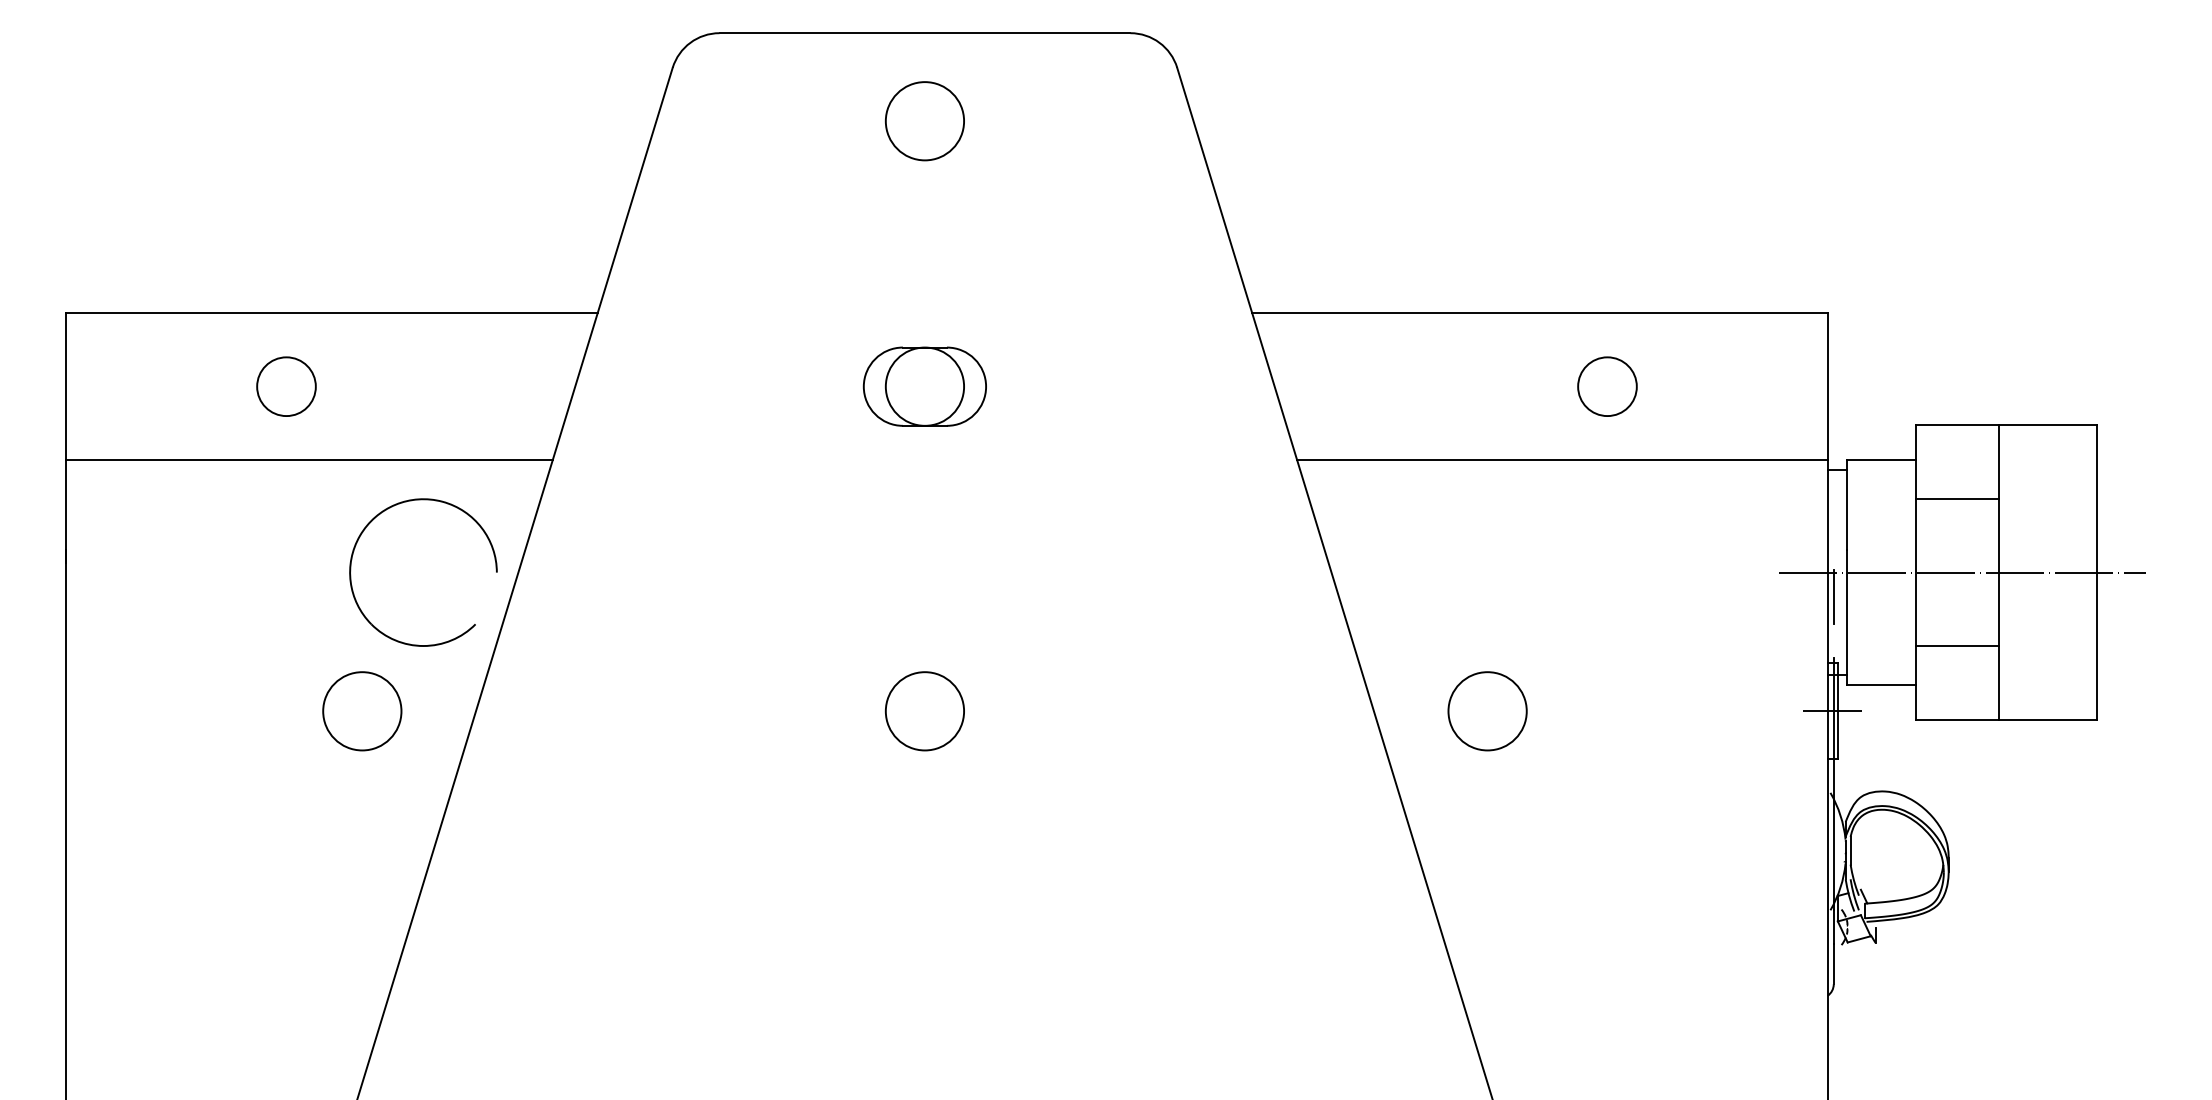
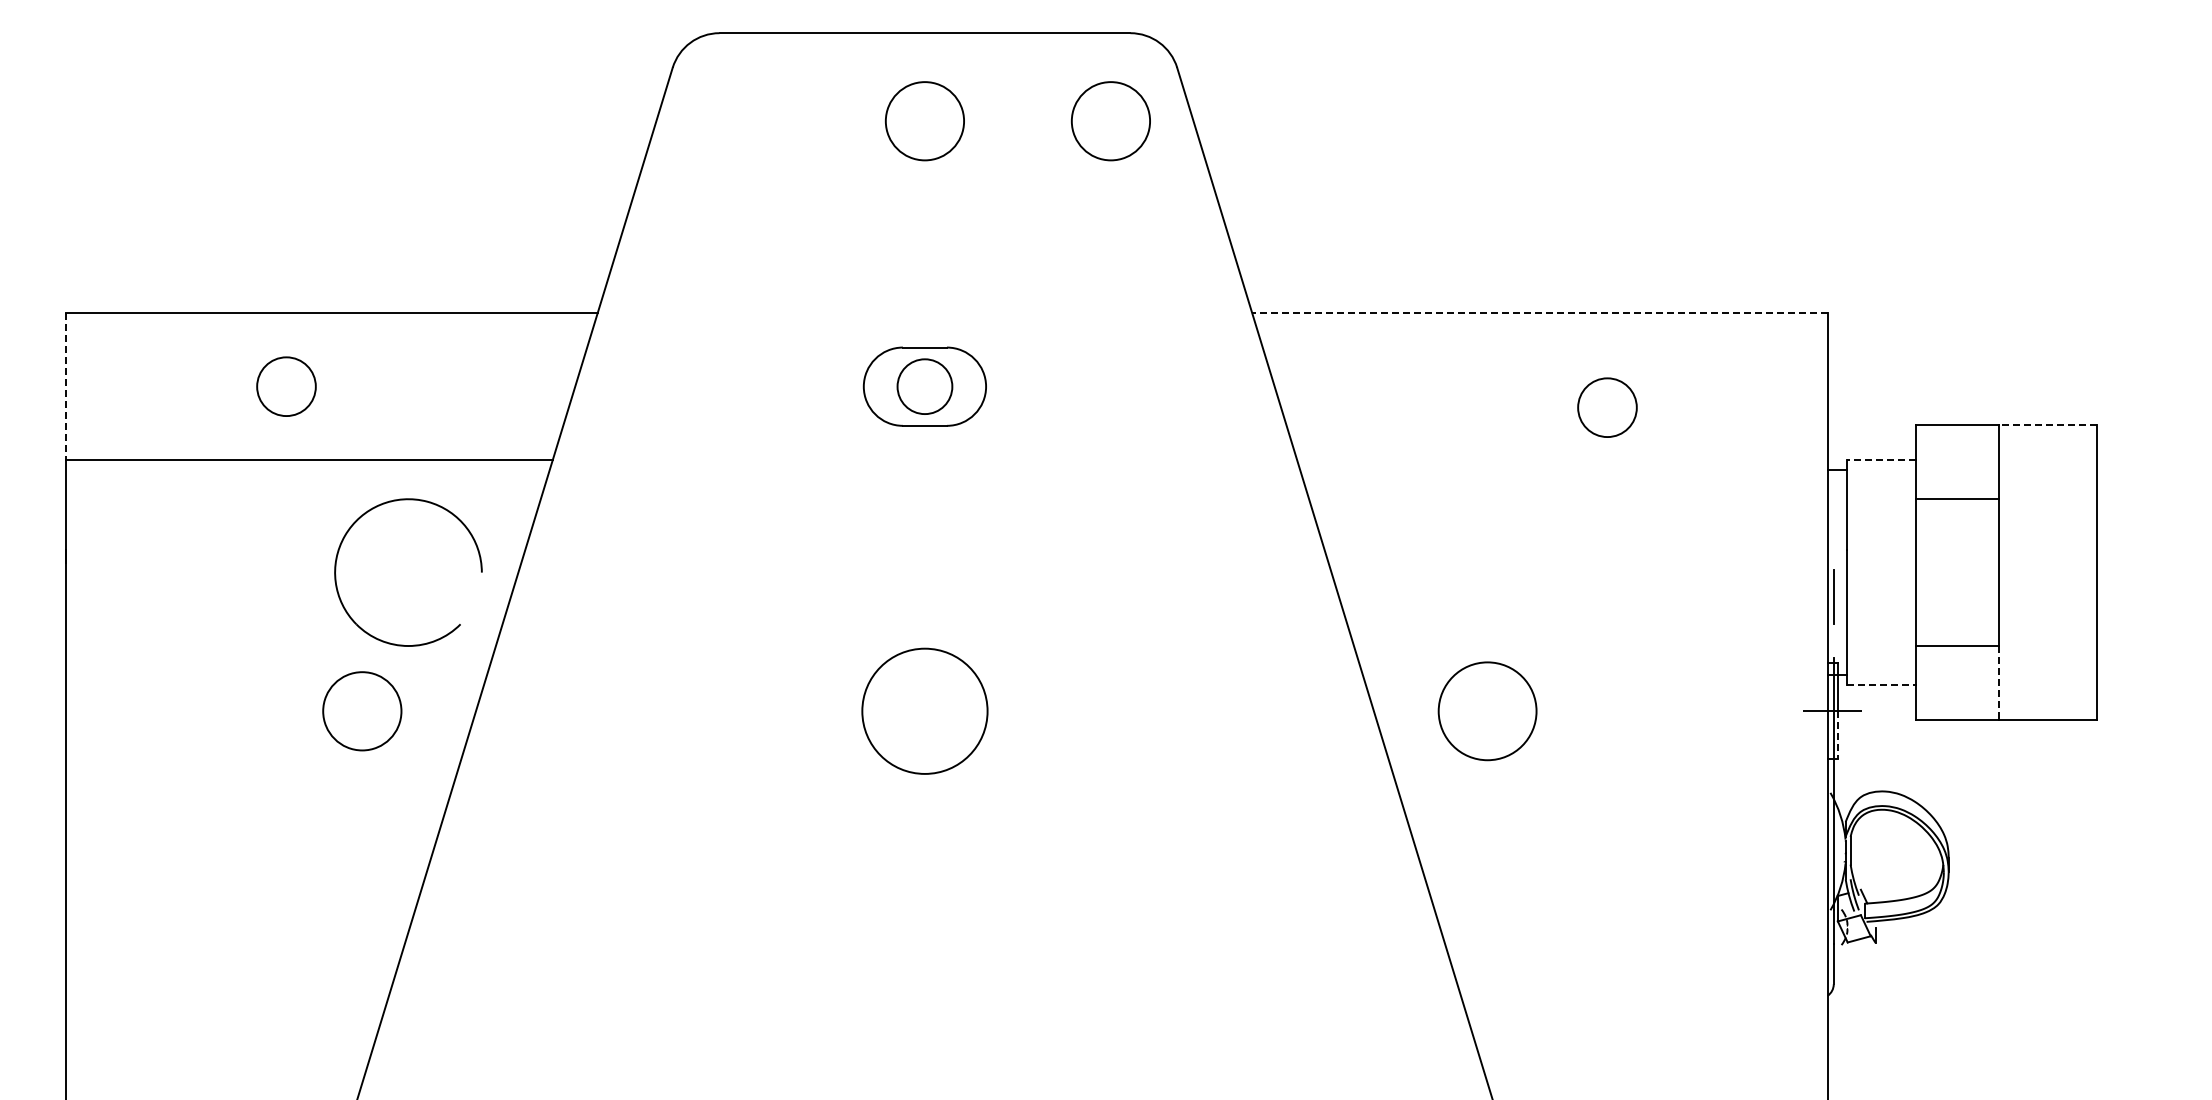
circle at (1110, 121): none -> present
line at (1539, 313): solid -> dashed
circle at (924, 386) diameter: 78 px -> 55 px
circle at (1607, 386) position: (1607, 386) -> (1607, 407)
line at (66, 387): solid -> dashed
line at (2047, 425): solid -> dashed
line at (1562, 460): present -> none
line at (1880, 460): solid -> dashed
part at (423, 500) position: (423, 500) -> (408, 500)
line at (1961, 572): present -> none
line at (1998, 683): solid -> dashed
line at (1881, 685): solid -> dashed
circle at (924, 711) diameter: 78 px -> 125 px
circle at (1487, 711) diameter: 78 px -> 98 px
line at (1838, 735): solid -> dashed
